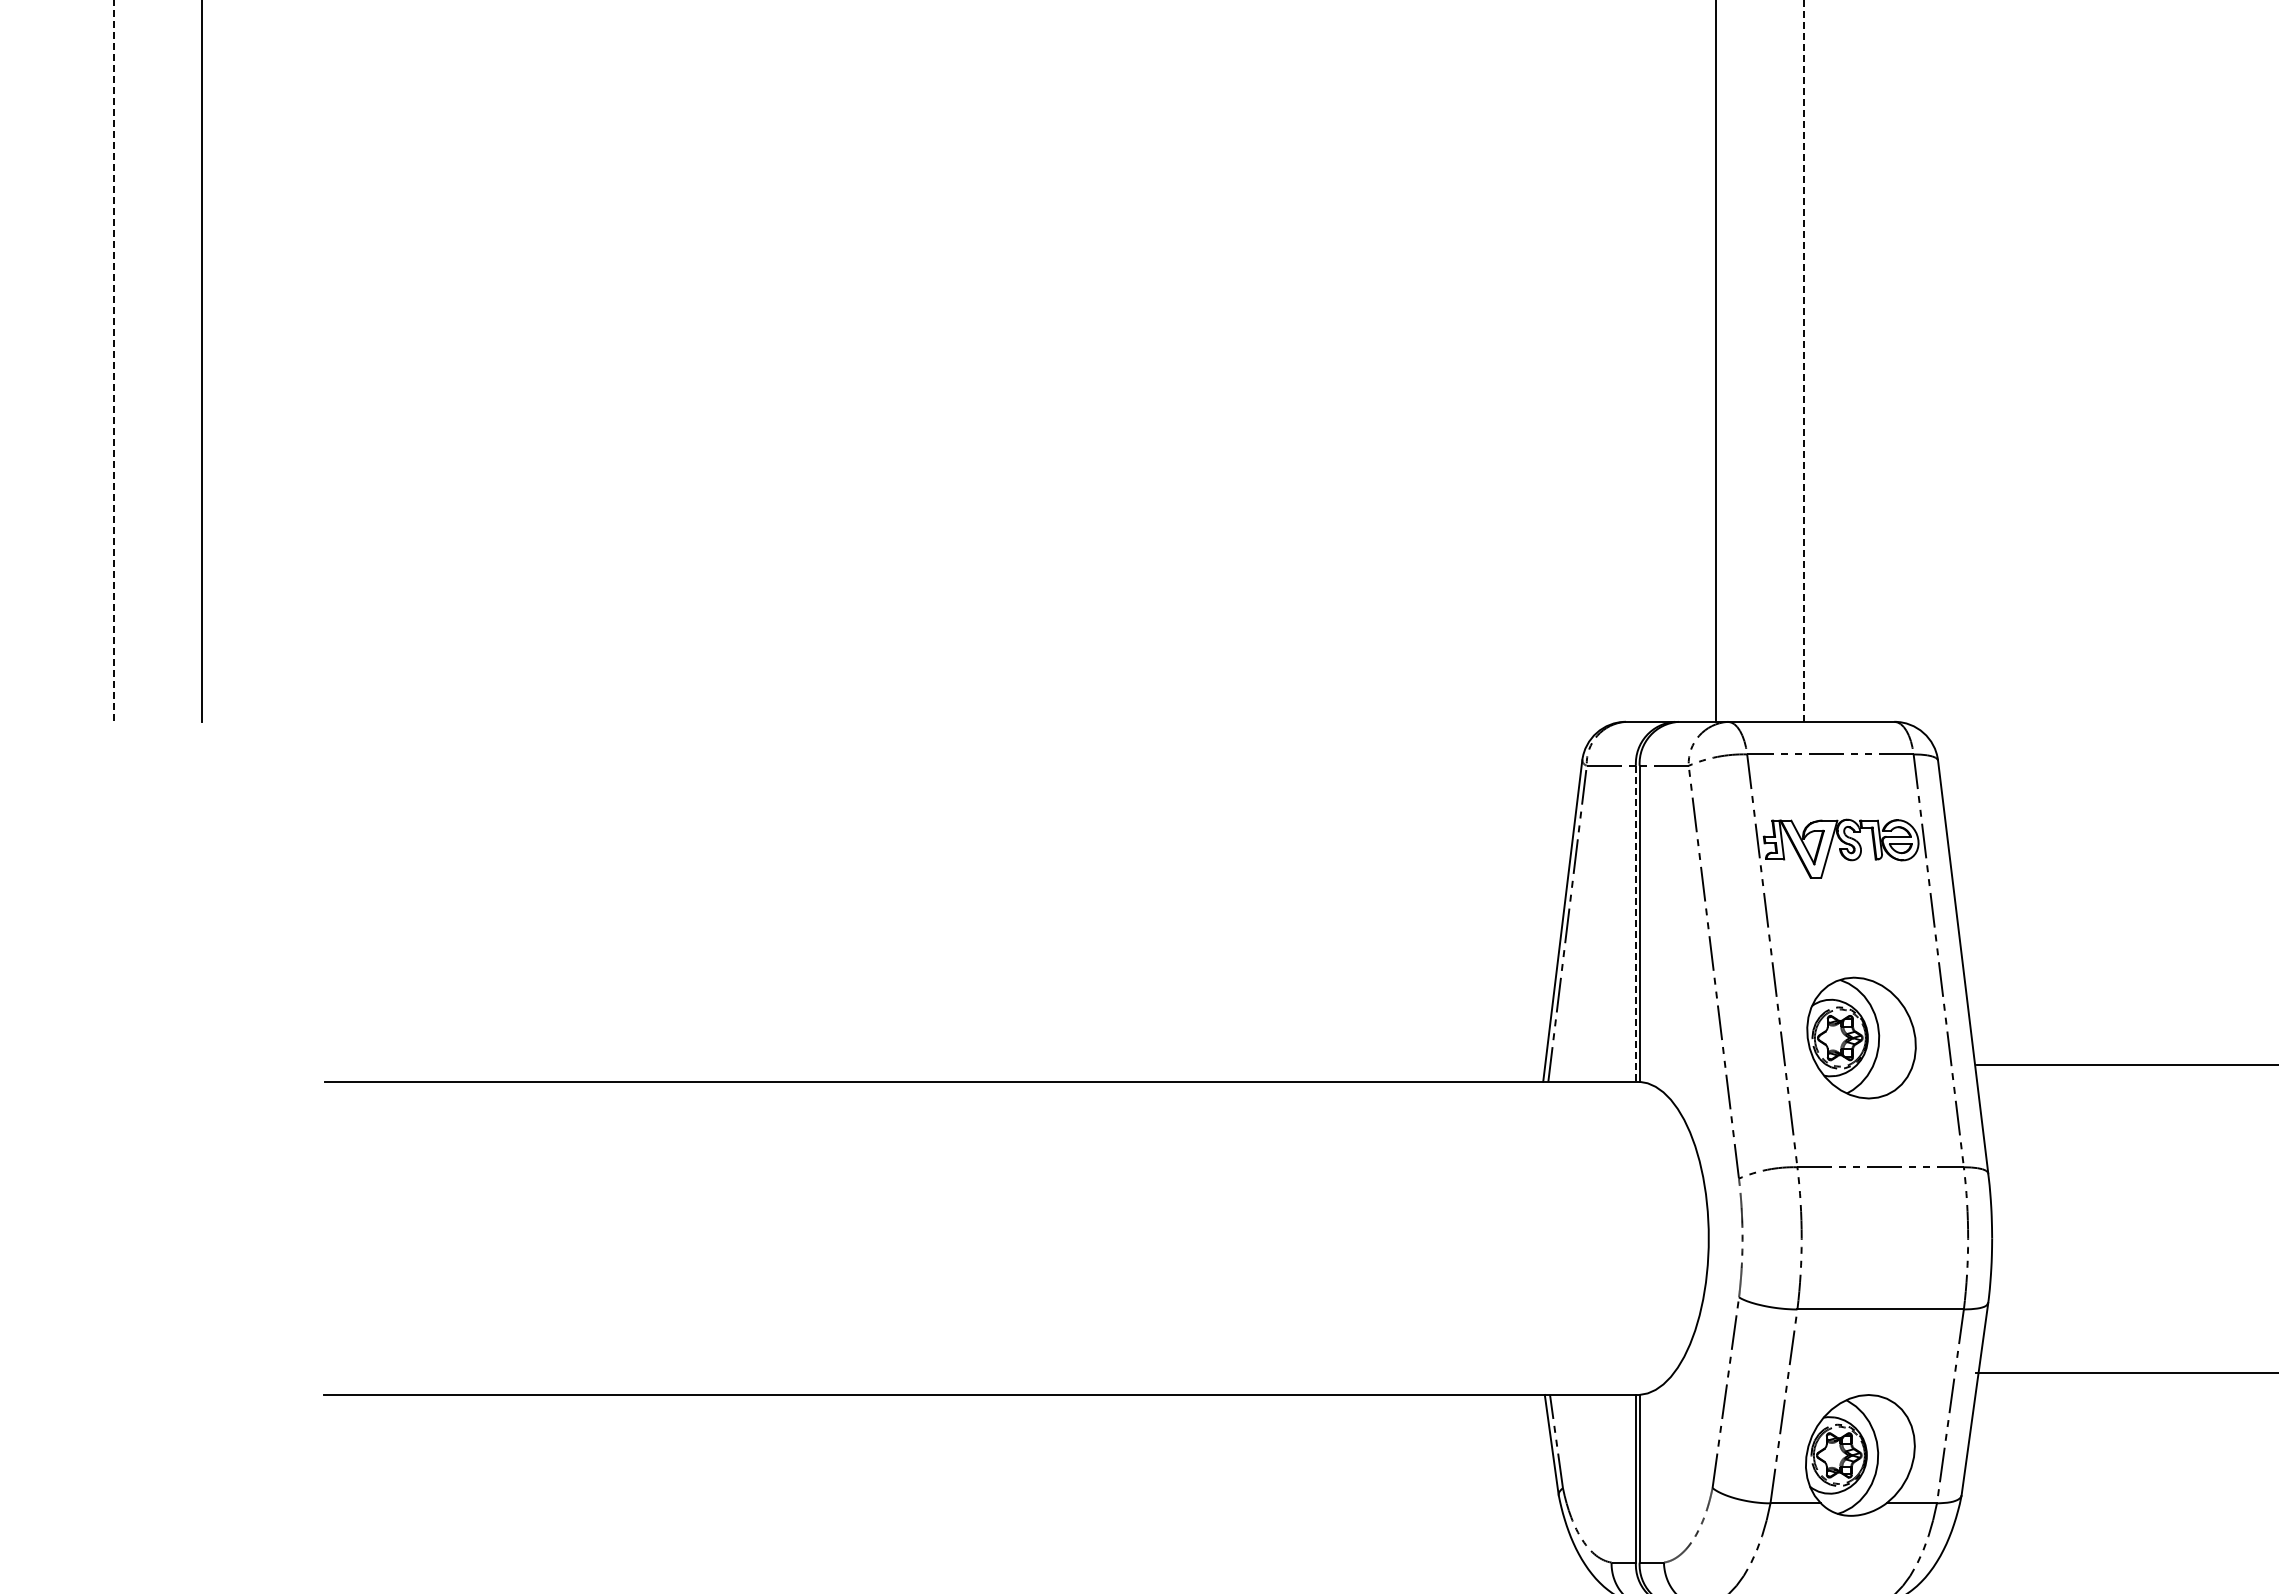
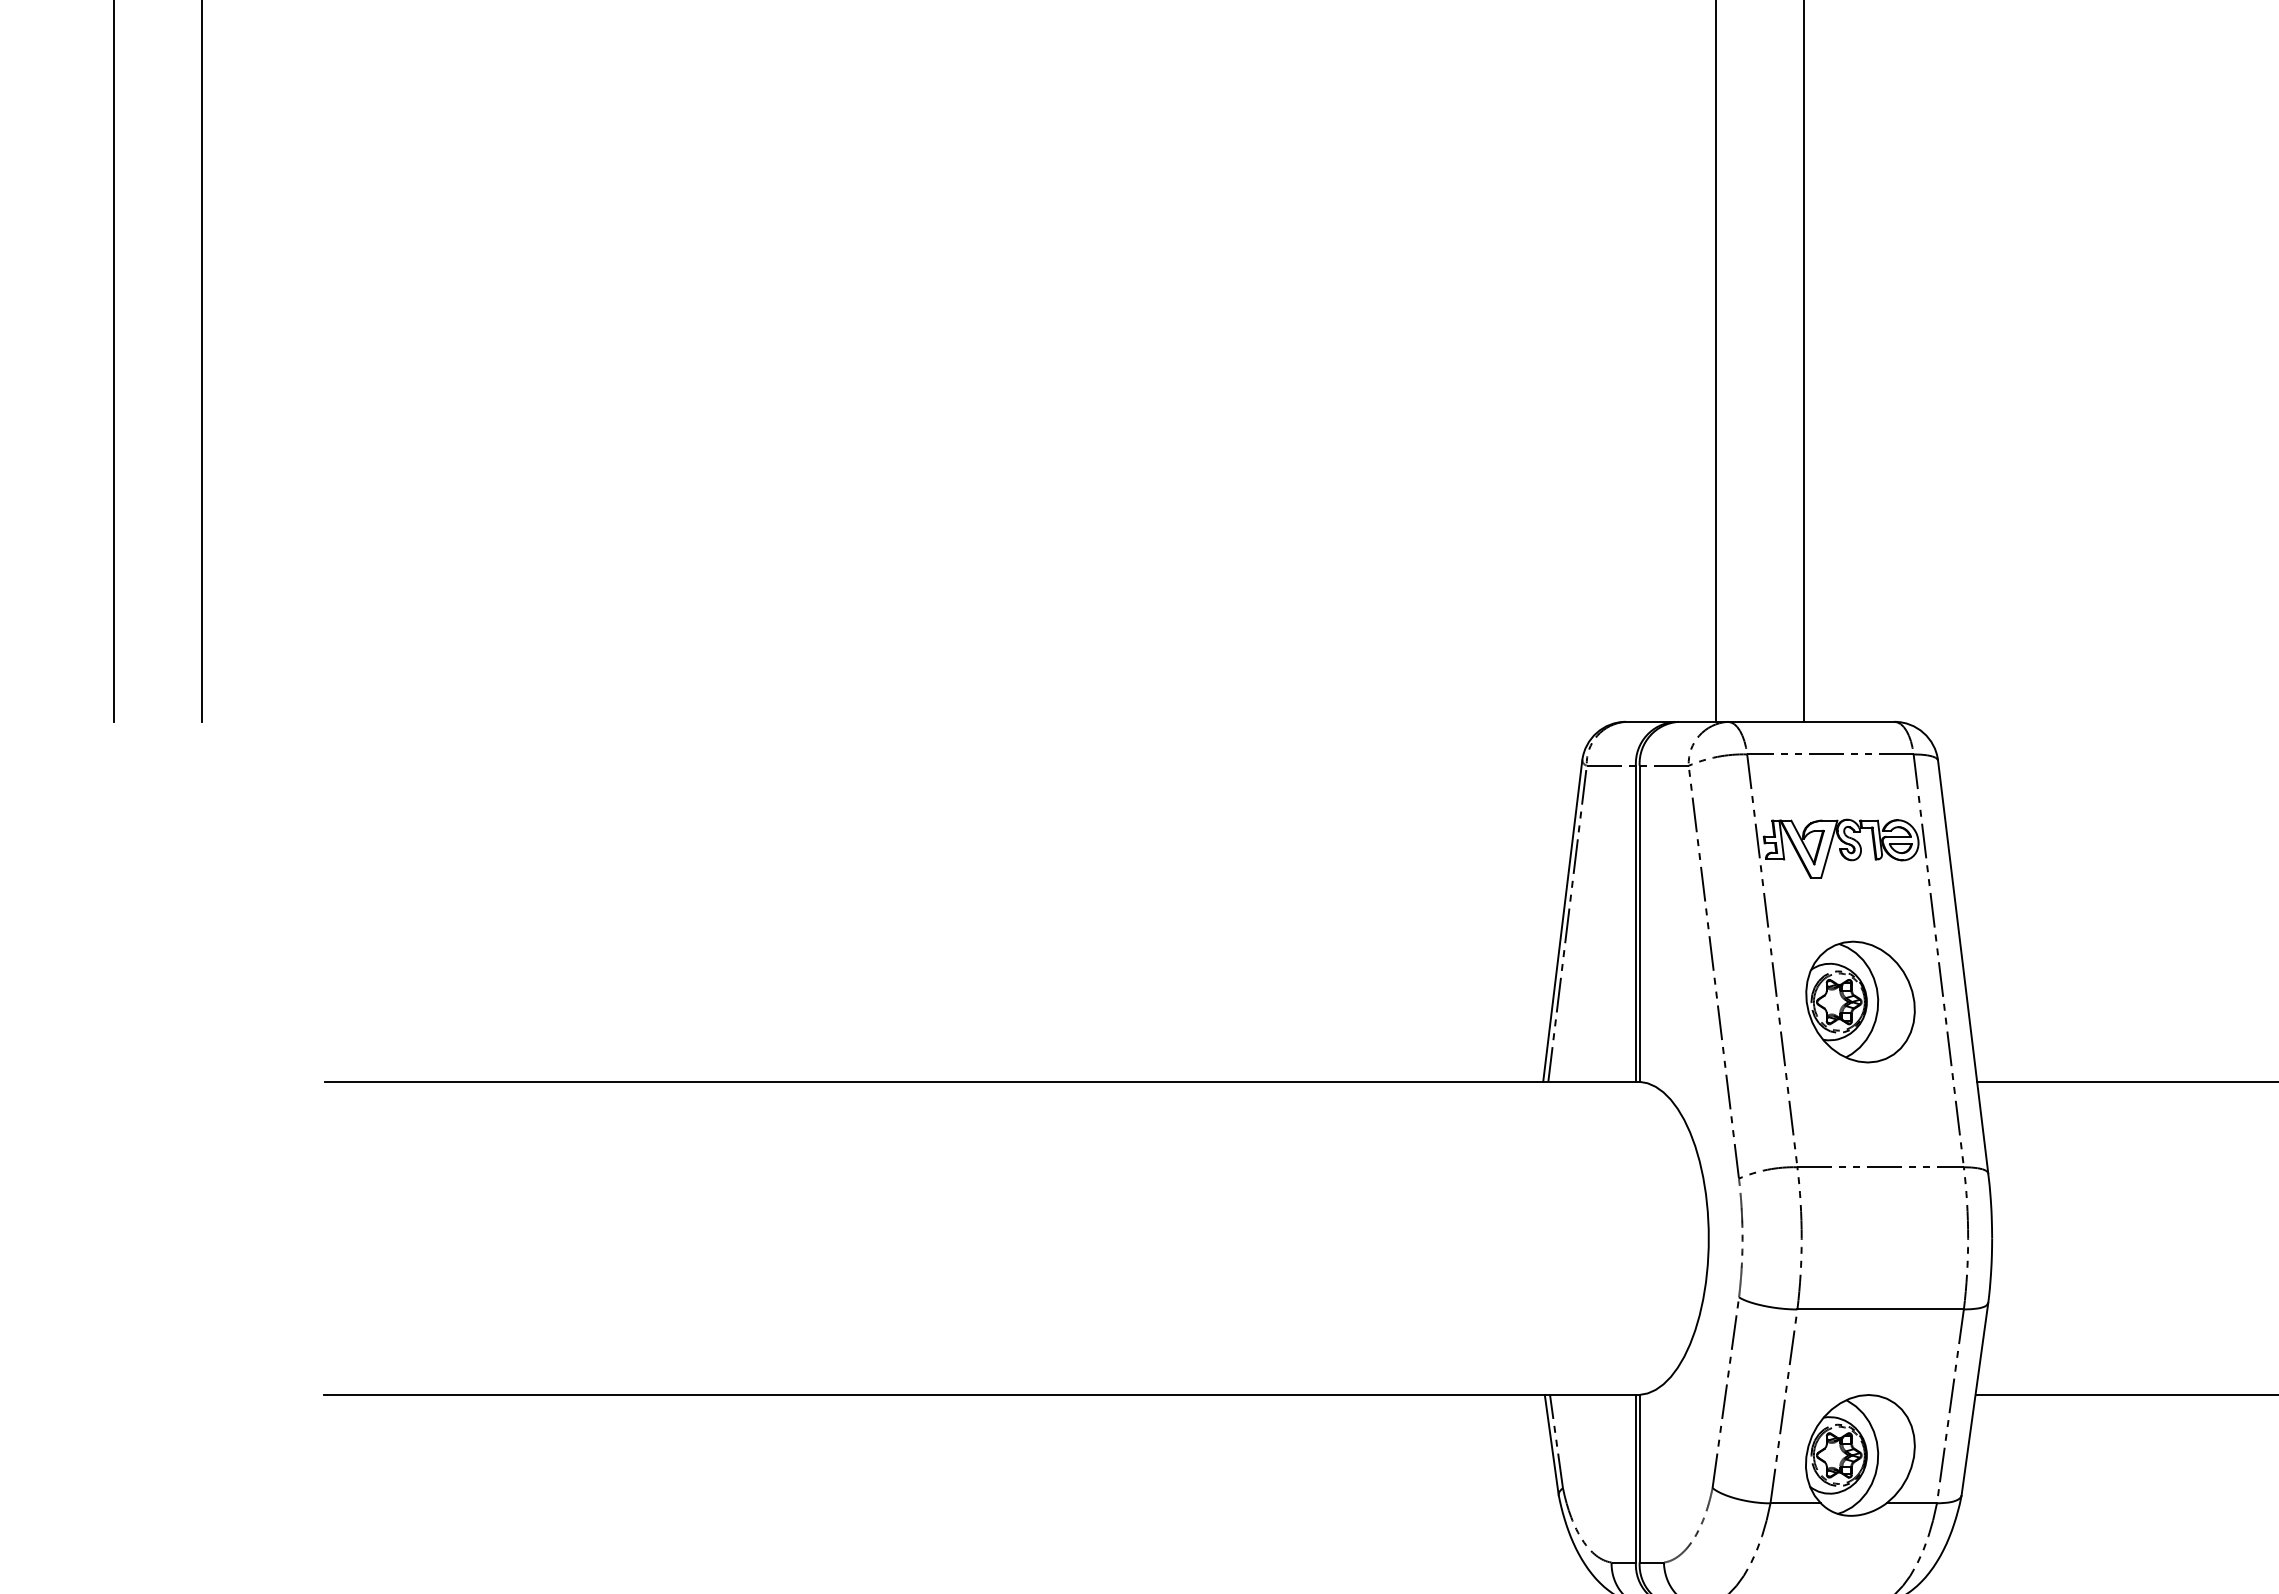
line at (1804, 360): dashed -> solid
line at (113, 361): dashed -> solid
line at (1635, 923): dashed -> solid
part at (1861, 1037) position: (1861, 1037) -> (1860, 1001)
line at (2126, 1064) position: (2126, 1064) -> (2126, 1081)
line at (2125, 1372) position: (2125, 1372) -> (2125, 1394)
